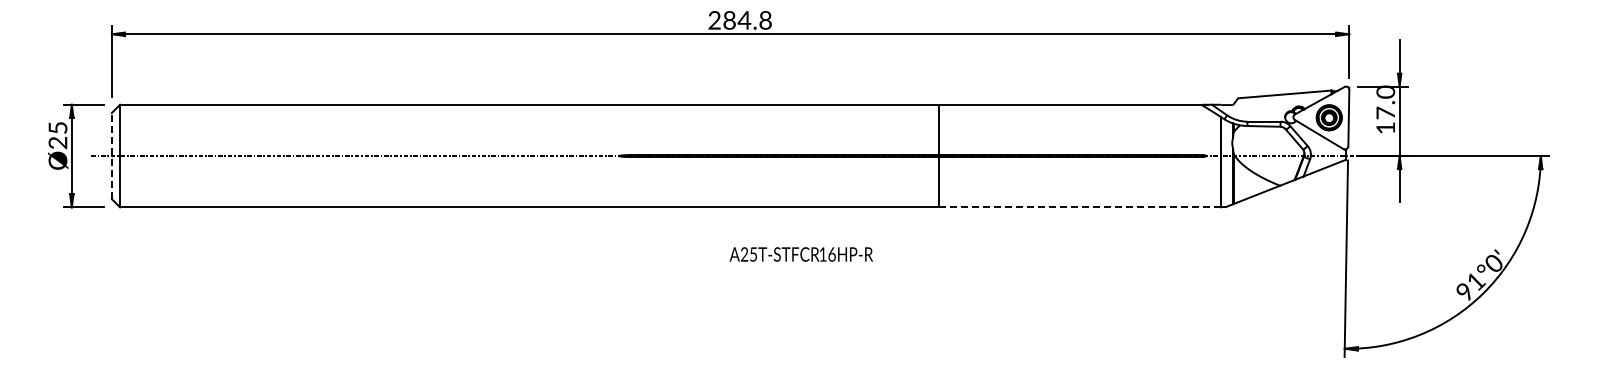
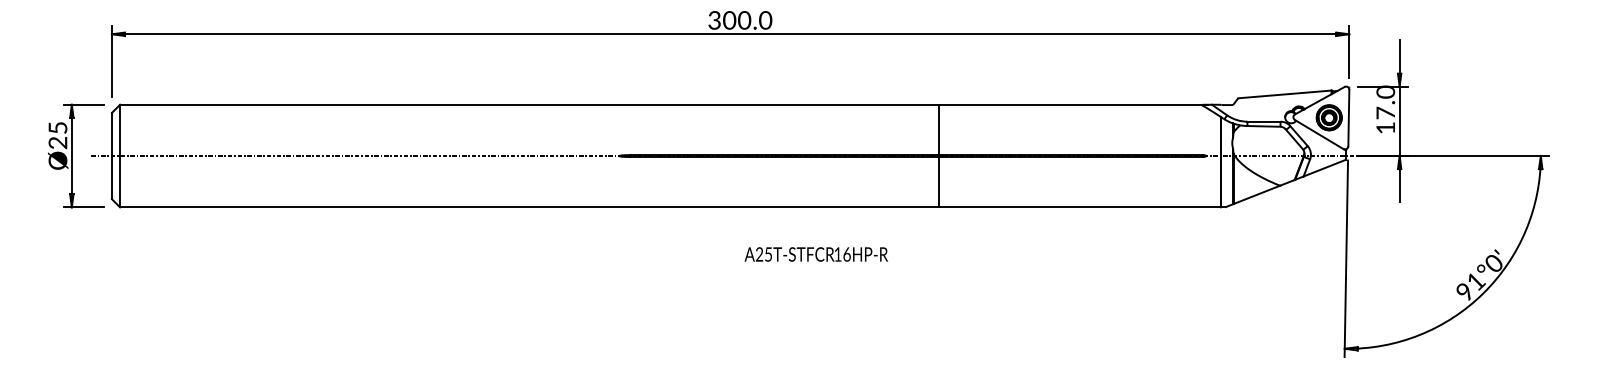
text at (740, 20): 284.8 -> 300.0
line at (111, 155): dashed -> solid
line at (1080, 207): dashed -> solid
text at (800, 254) position: (800, 254) -> (815, 254)
